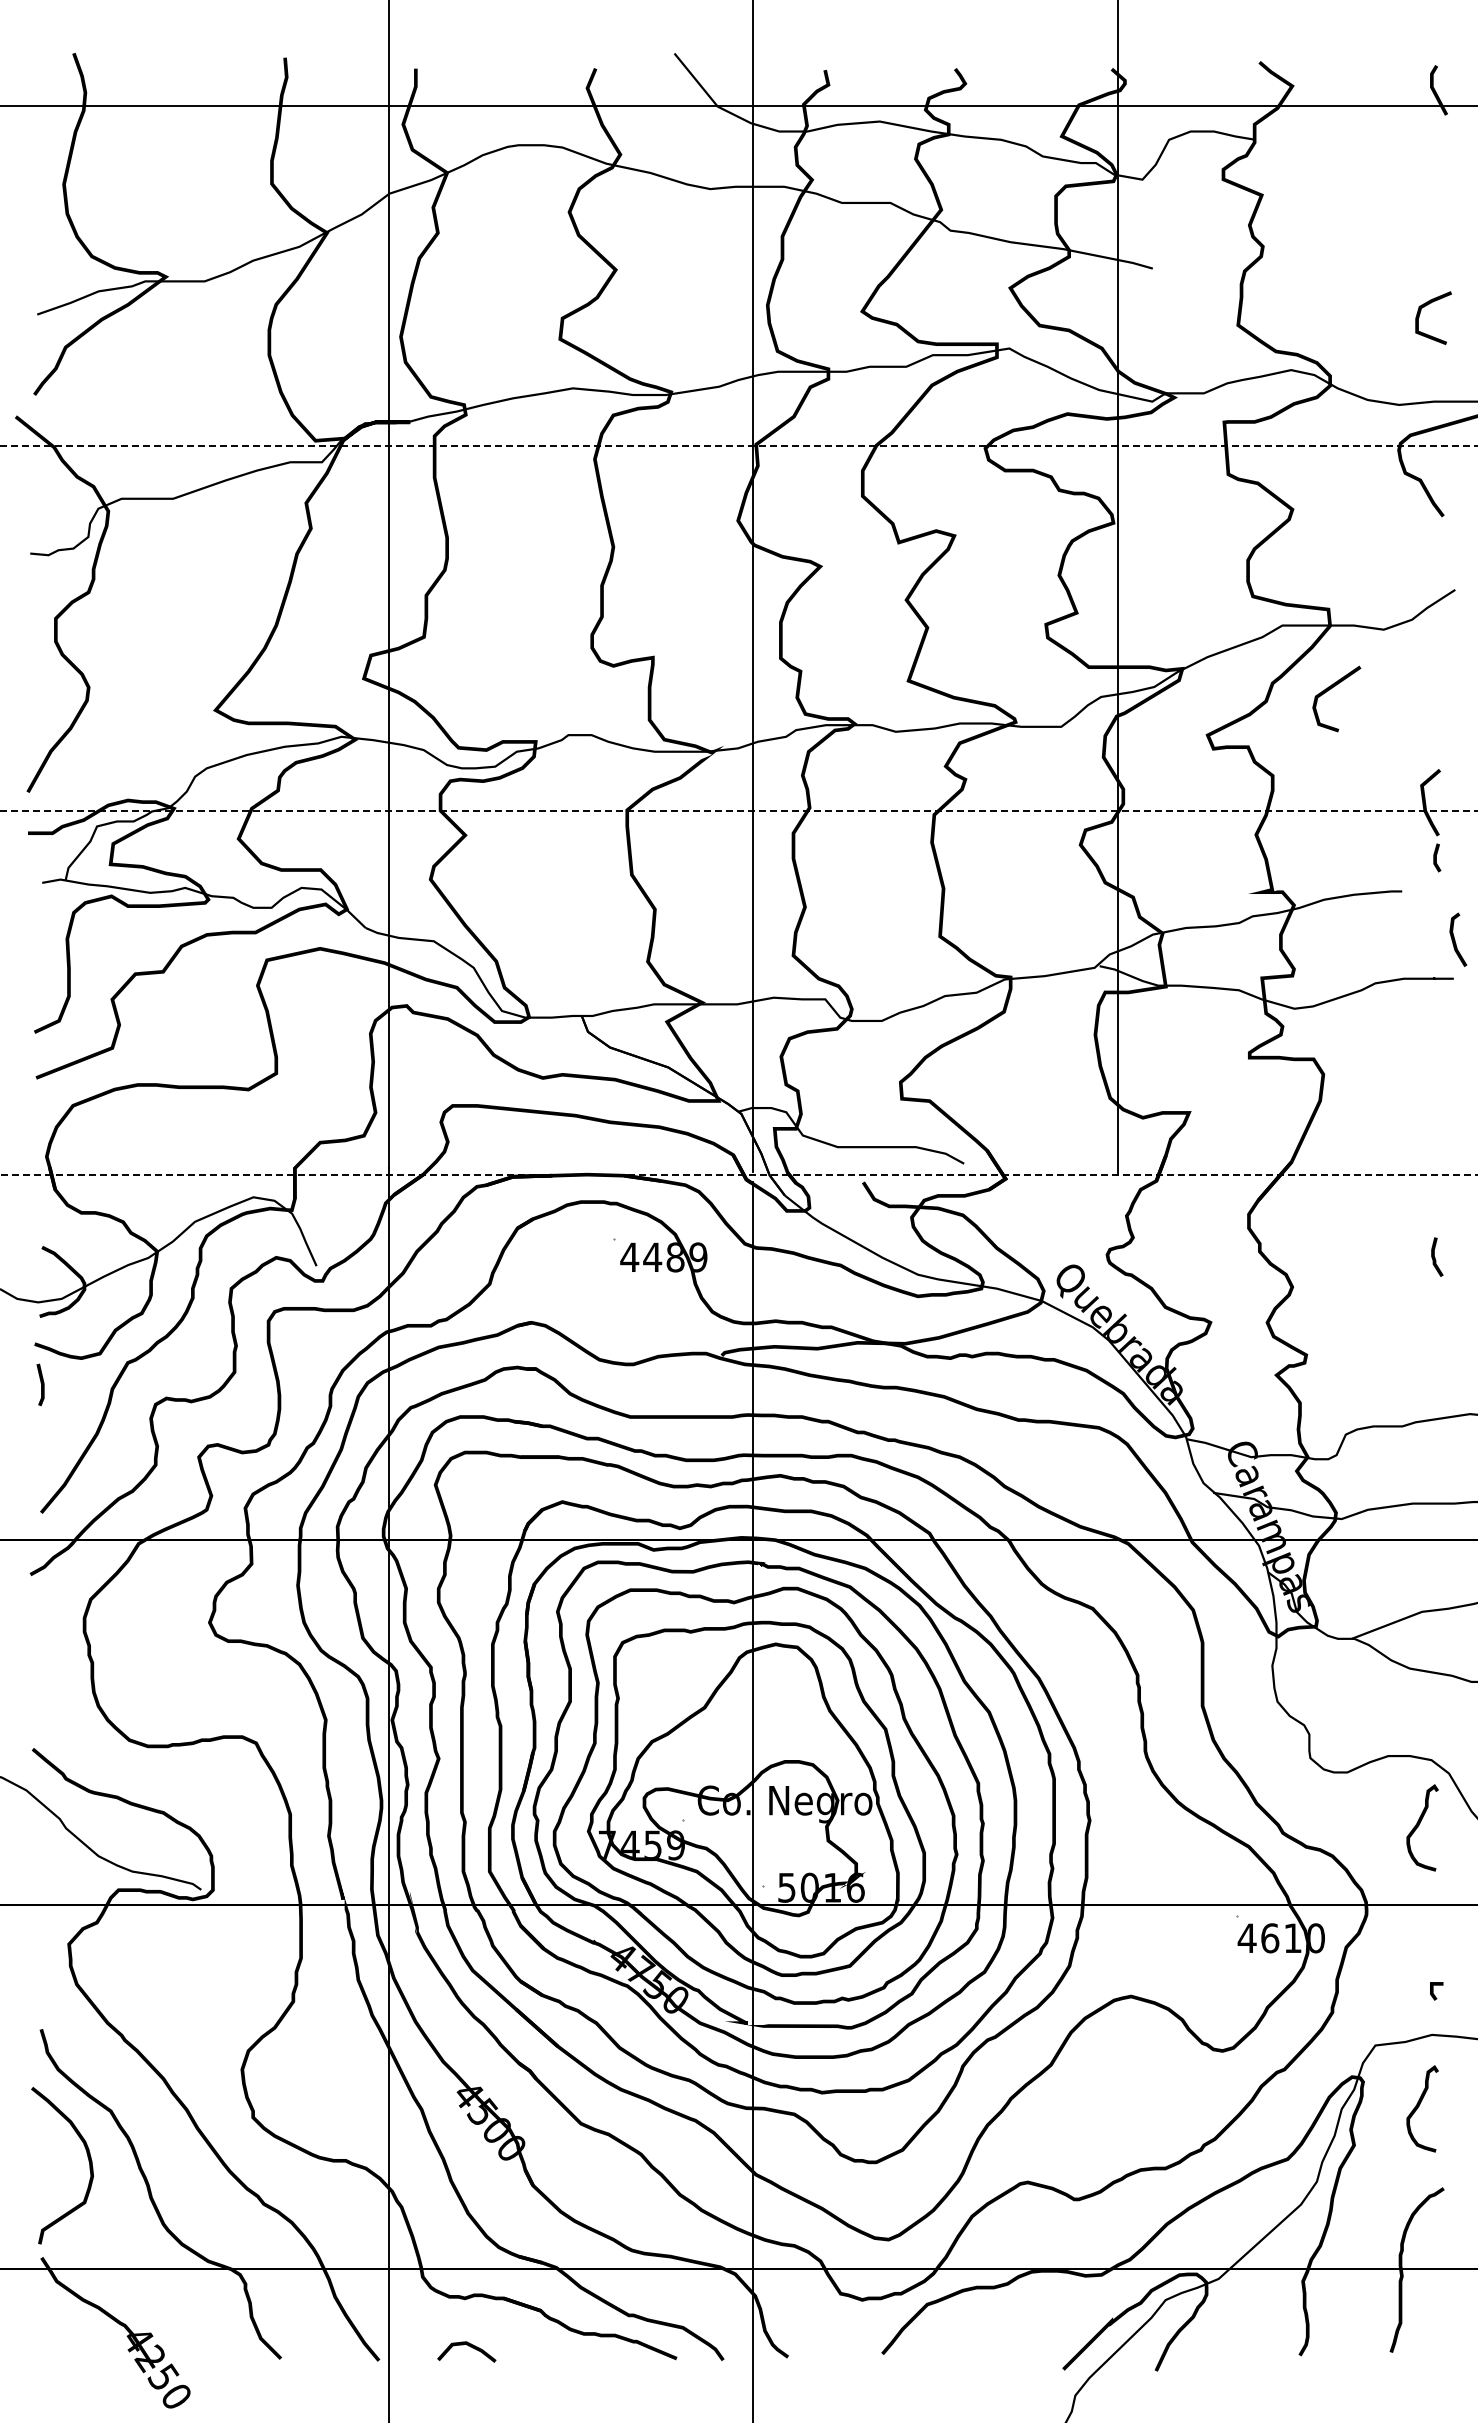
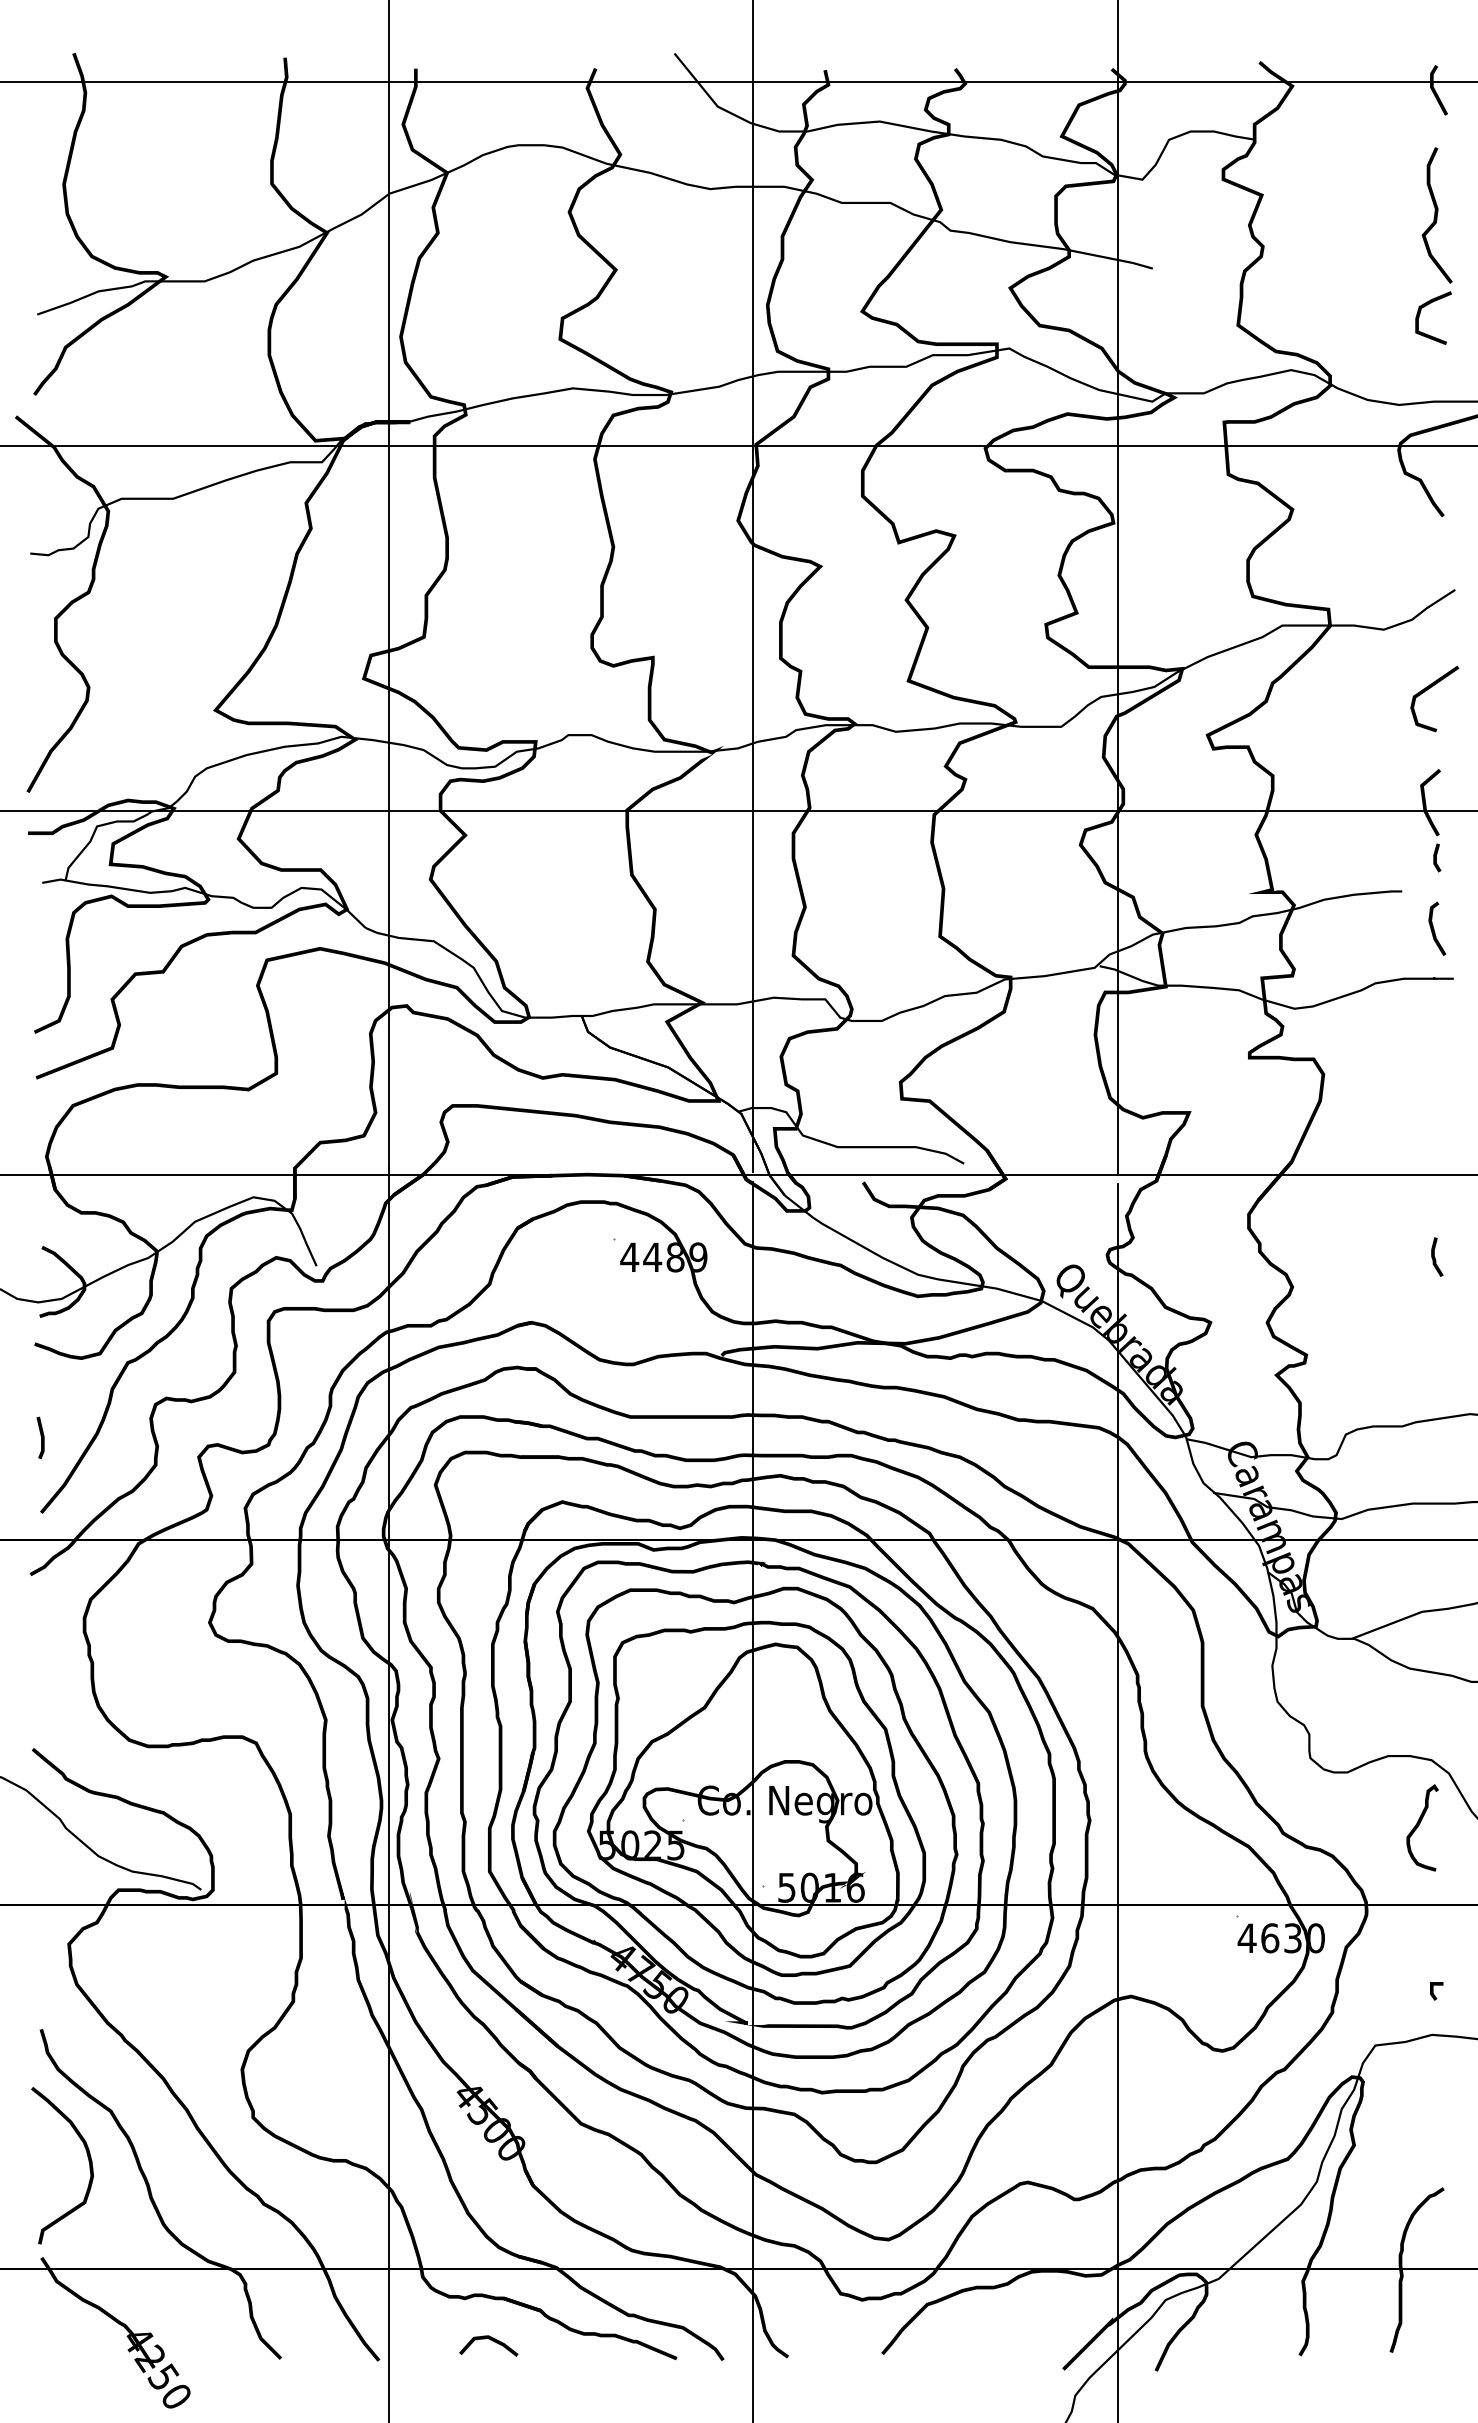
line at (738, 105) position: (738, 105) -> (738, 81)
curve at (1436, 215): none -> present
line at (739, 446): dashed -> solid
line at (1331, 689) position: (1331, 689) -> (1429, 689)
line at (739, 810): dashed -> solid
line at (1455, 939) position: (1455, 939) -> (1434, 928)
line at (739, 1175): dashed -> solid
line at (40, 1383) position: (40, 1383) -> (40, 1436)
line at (1117, 1801): none -> present
text at (641, 1845): 7459 -> 5025
text at (1292, 1938): 4610 -> 4630
curve at (1419, 2106): present -> none
line at (468, 2346) position: (468, 2346) -> (490, 2340)
